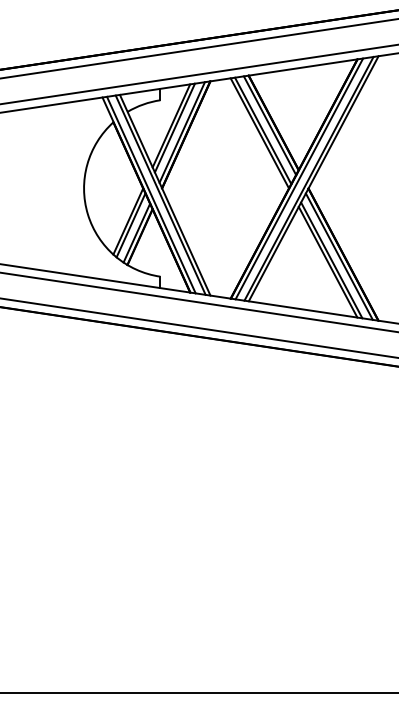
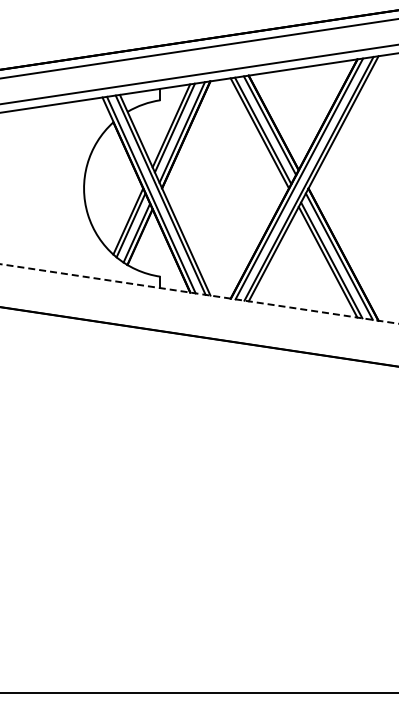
line at (200, 294): solid -> dashed
line at (198, 301): present -> none
line at (198, 327): present -> none
